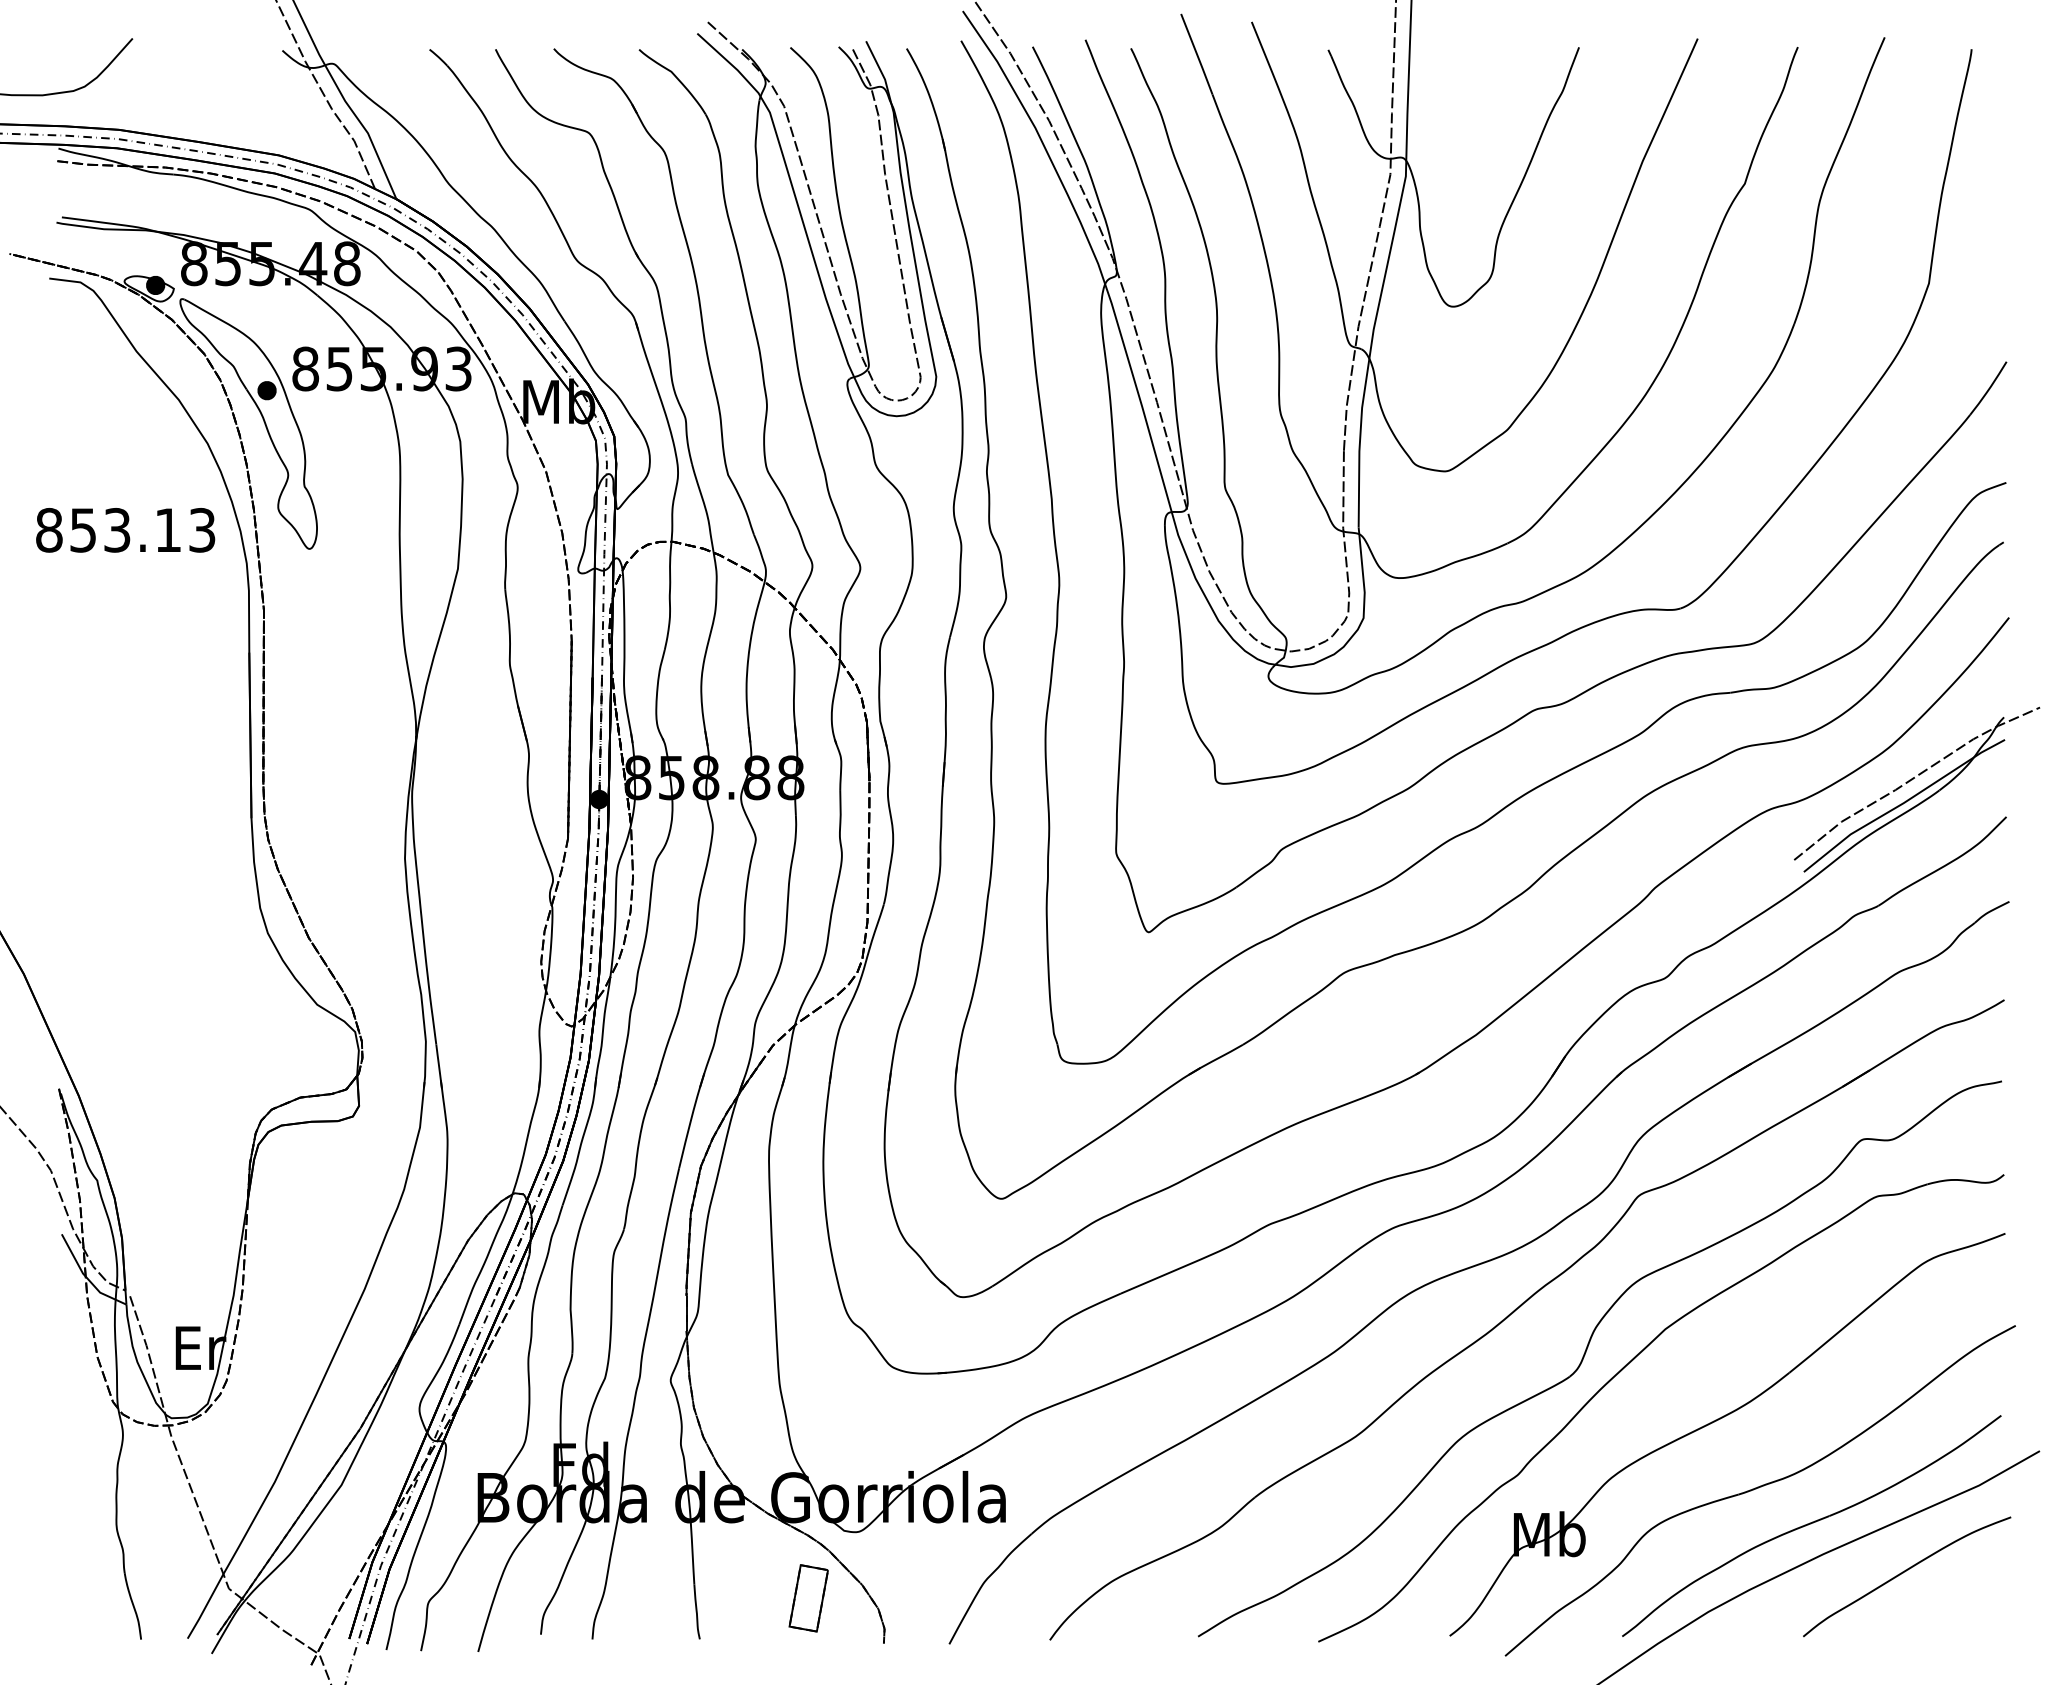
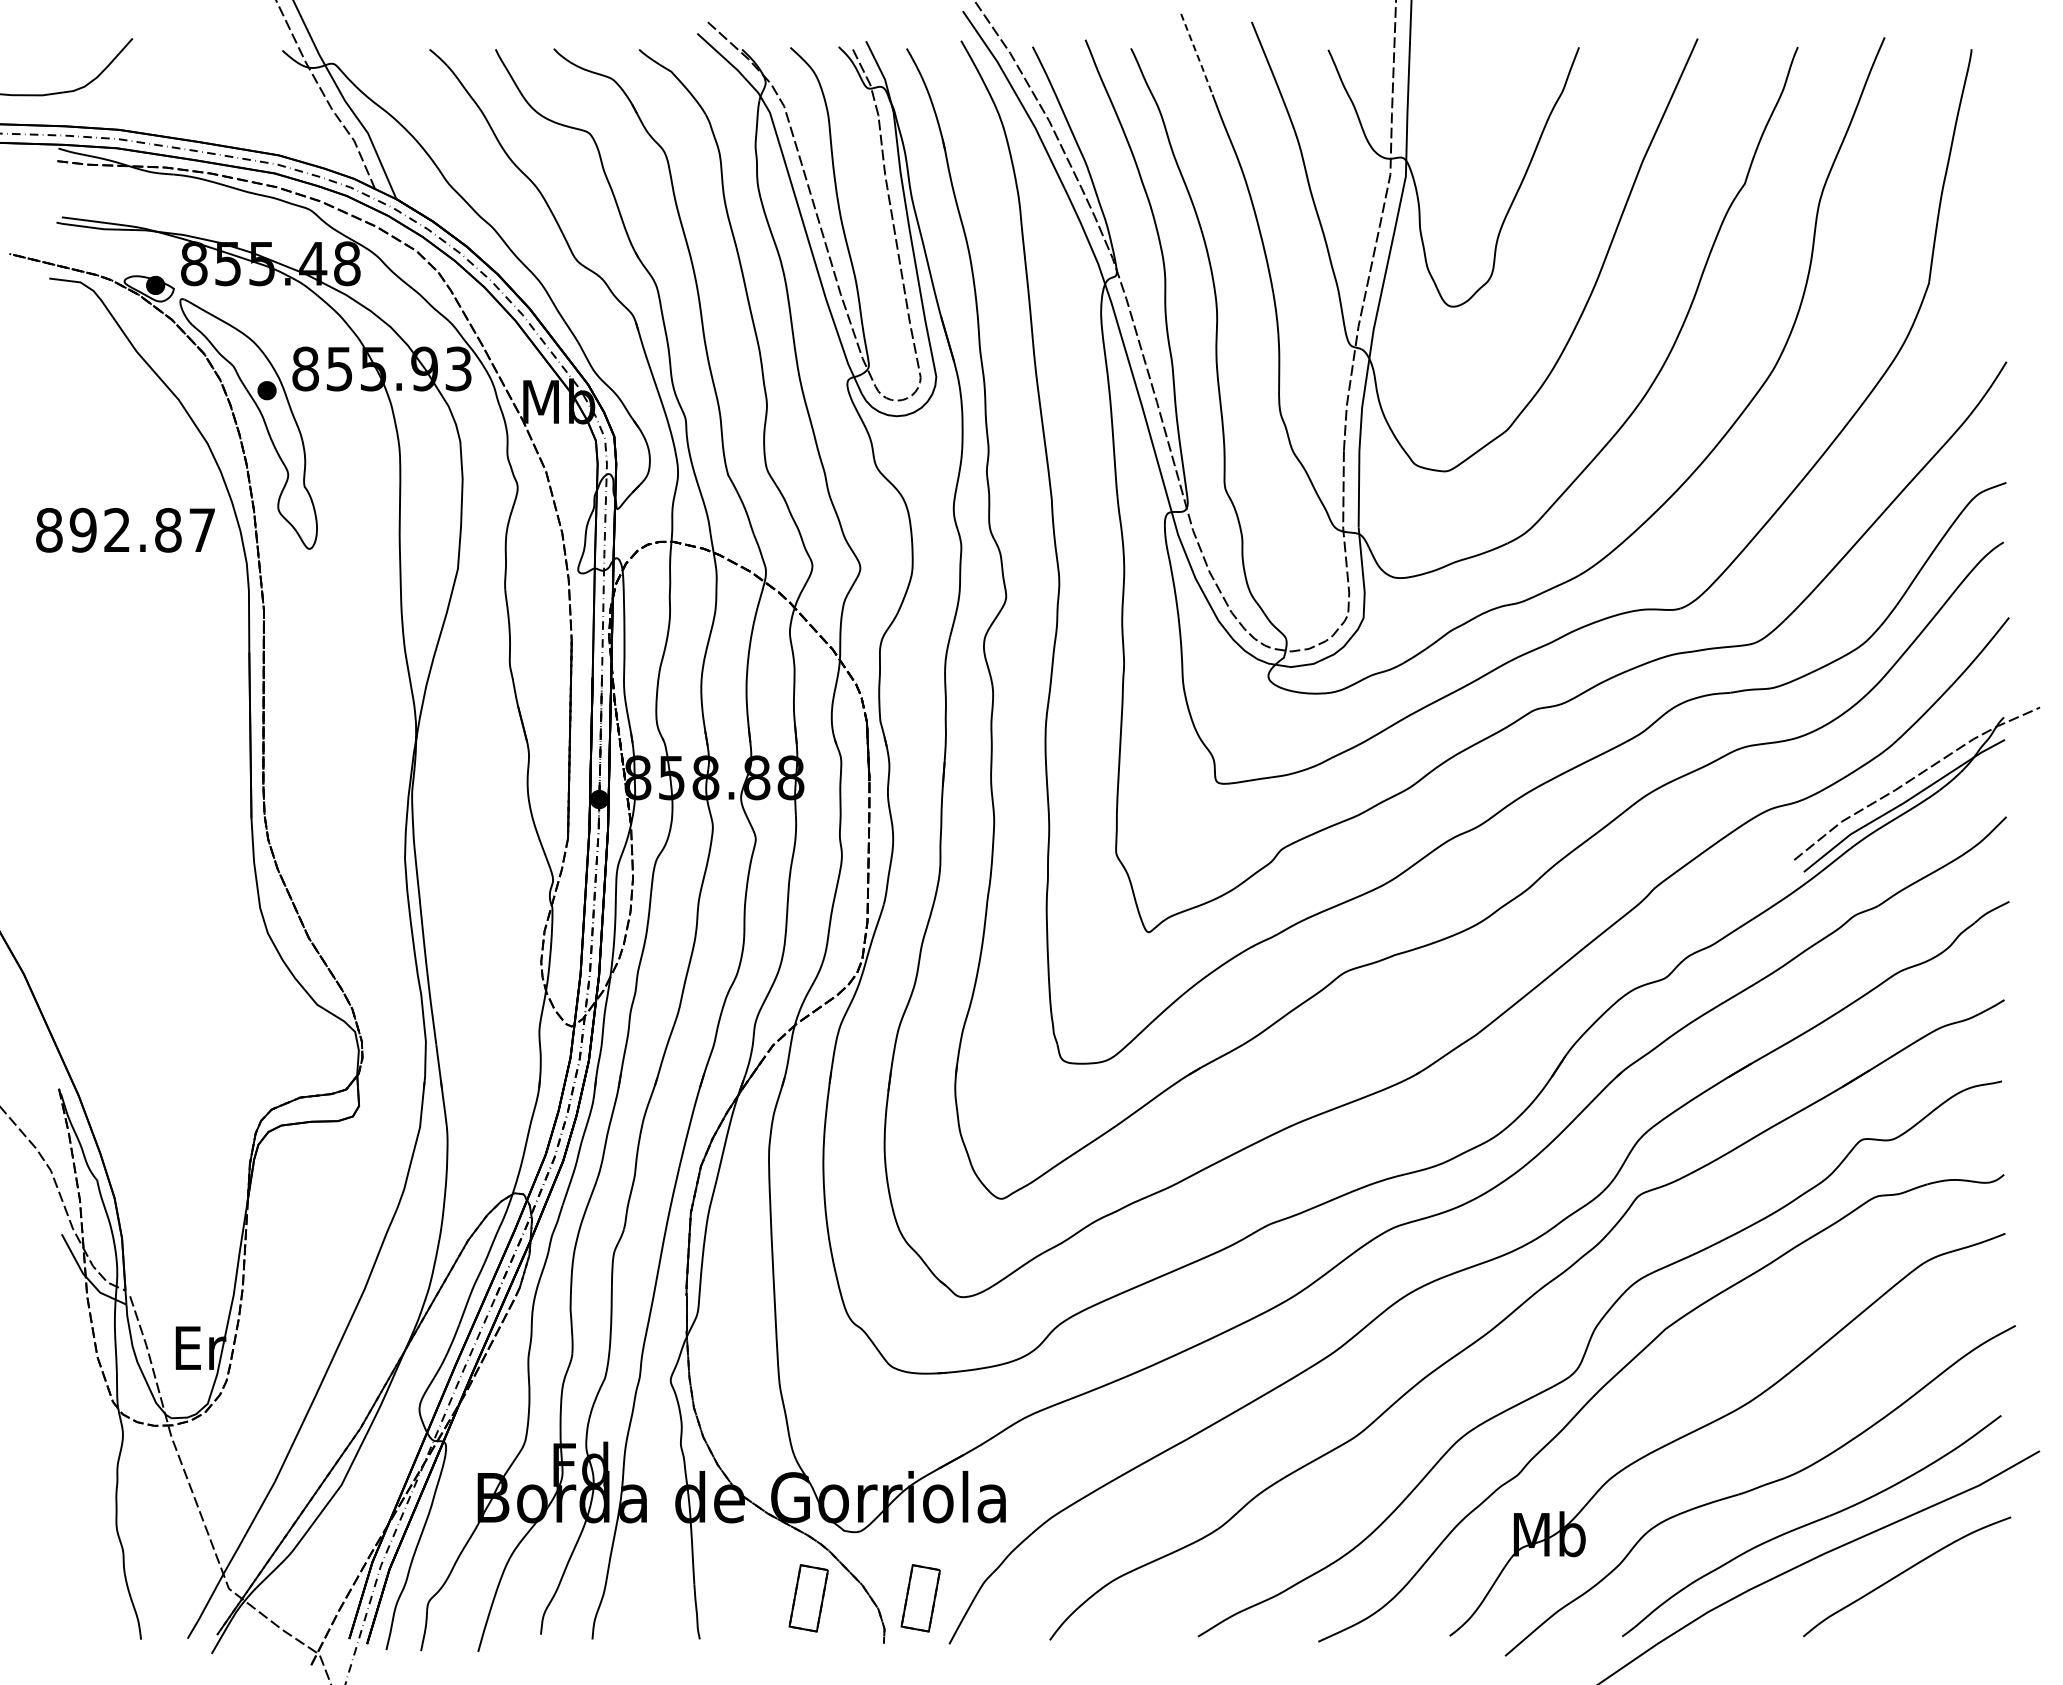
line at (1197, 55): solid -> dashed
text at (142, 529): 853.13 -> 892.87
part at (920, 1598): none -> present
